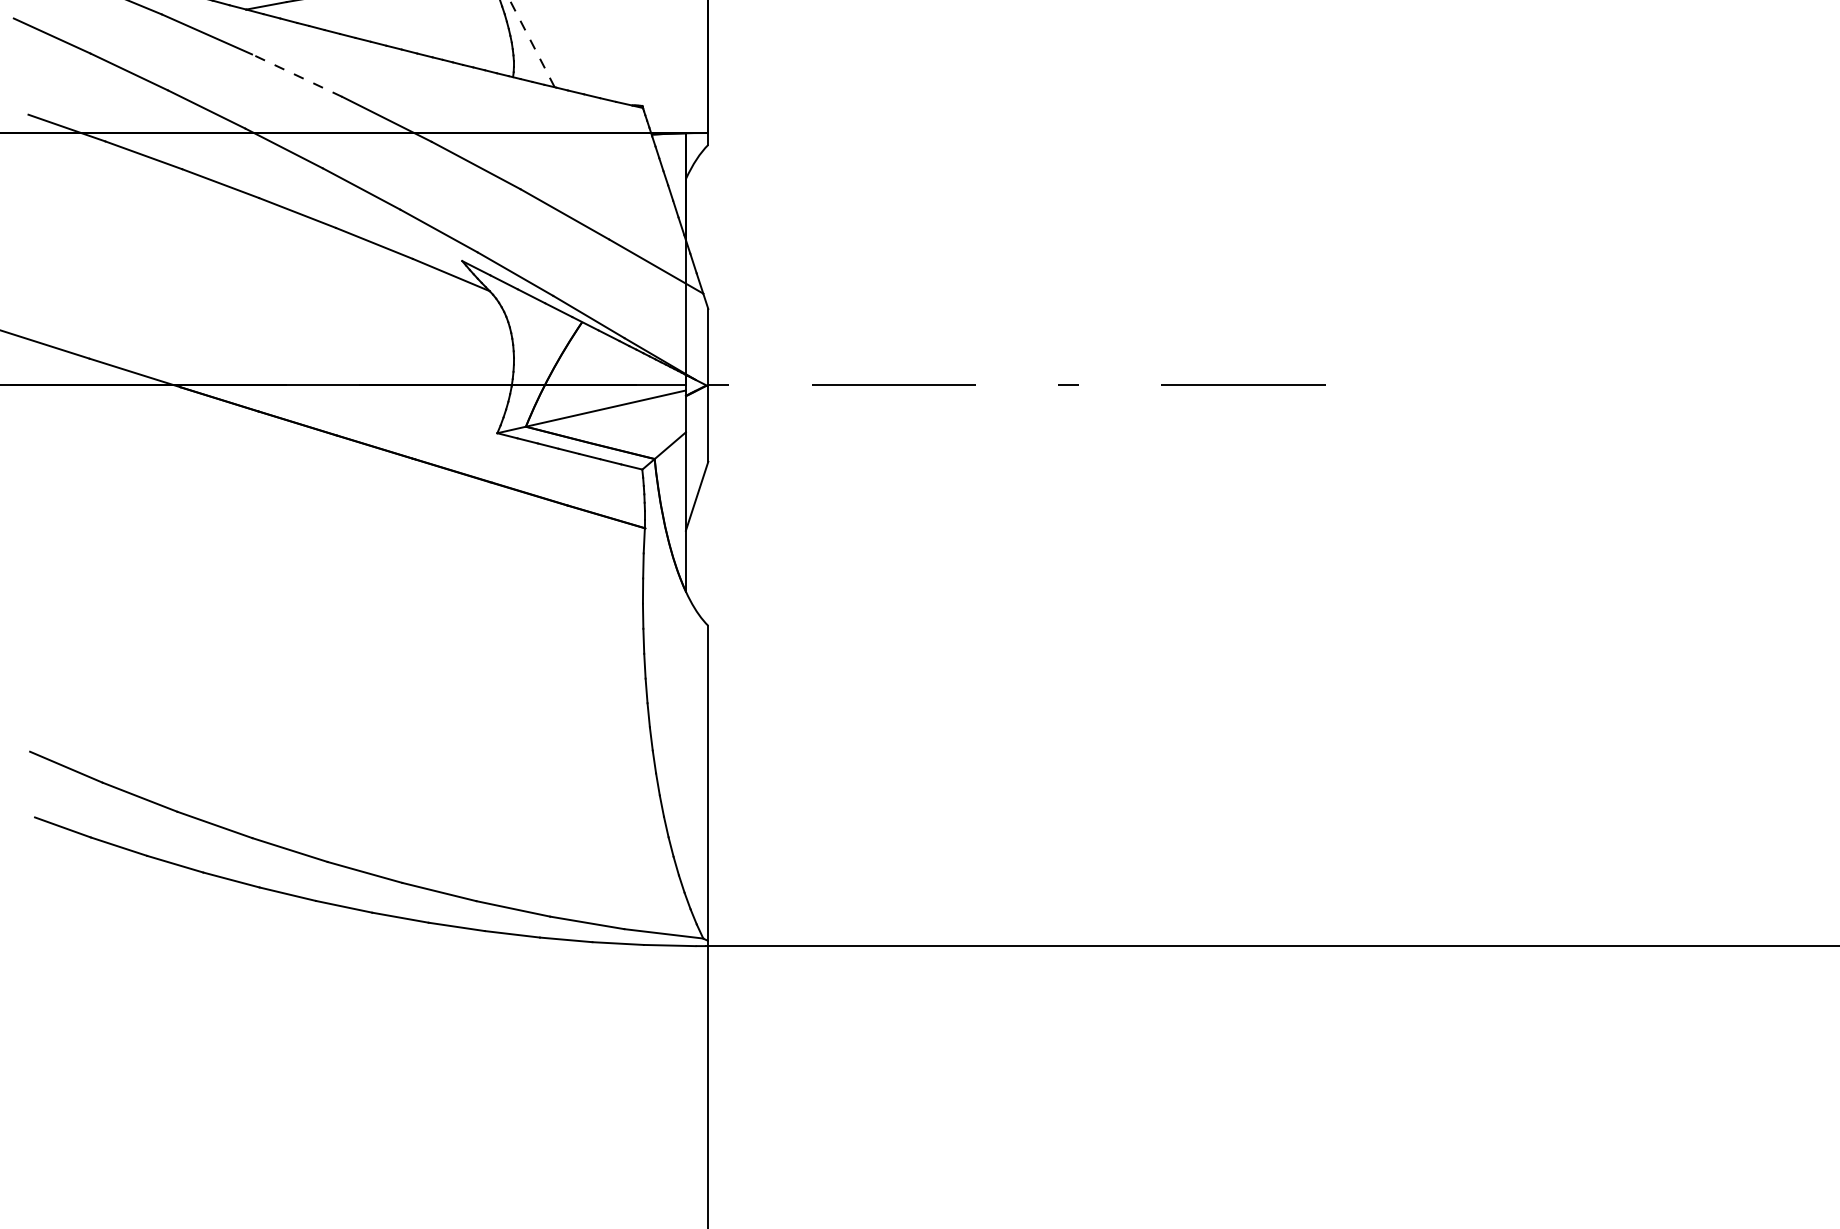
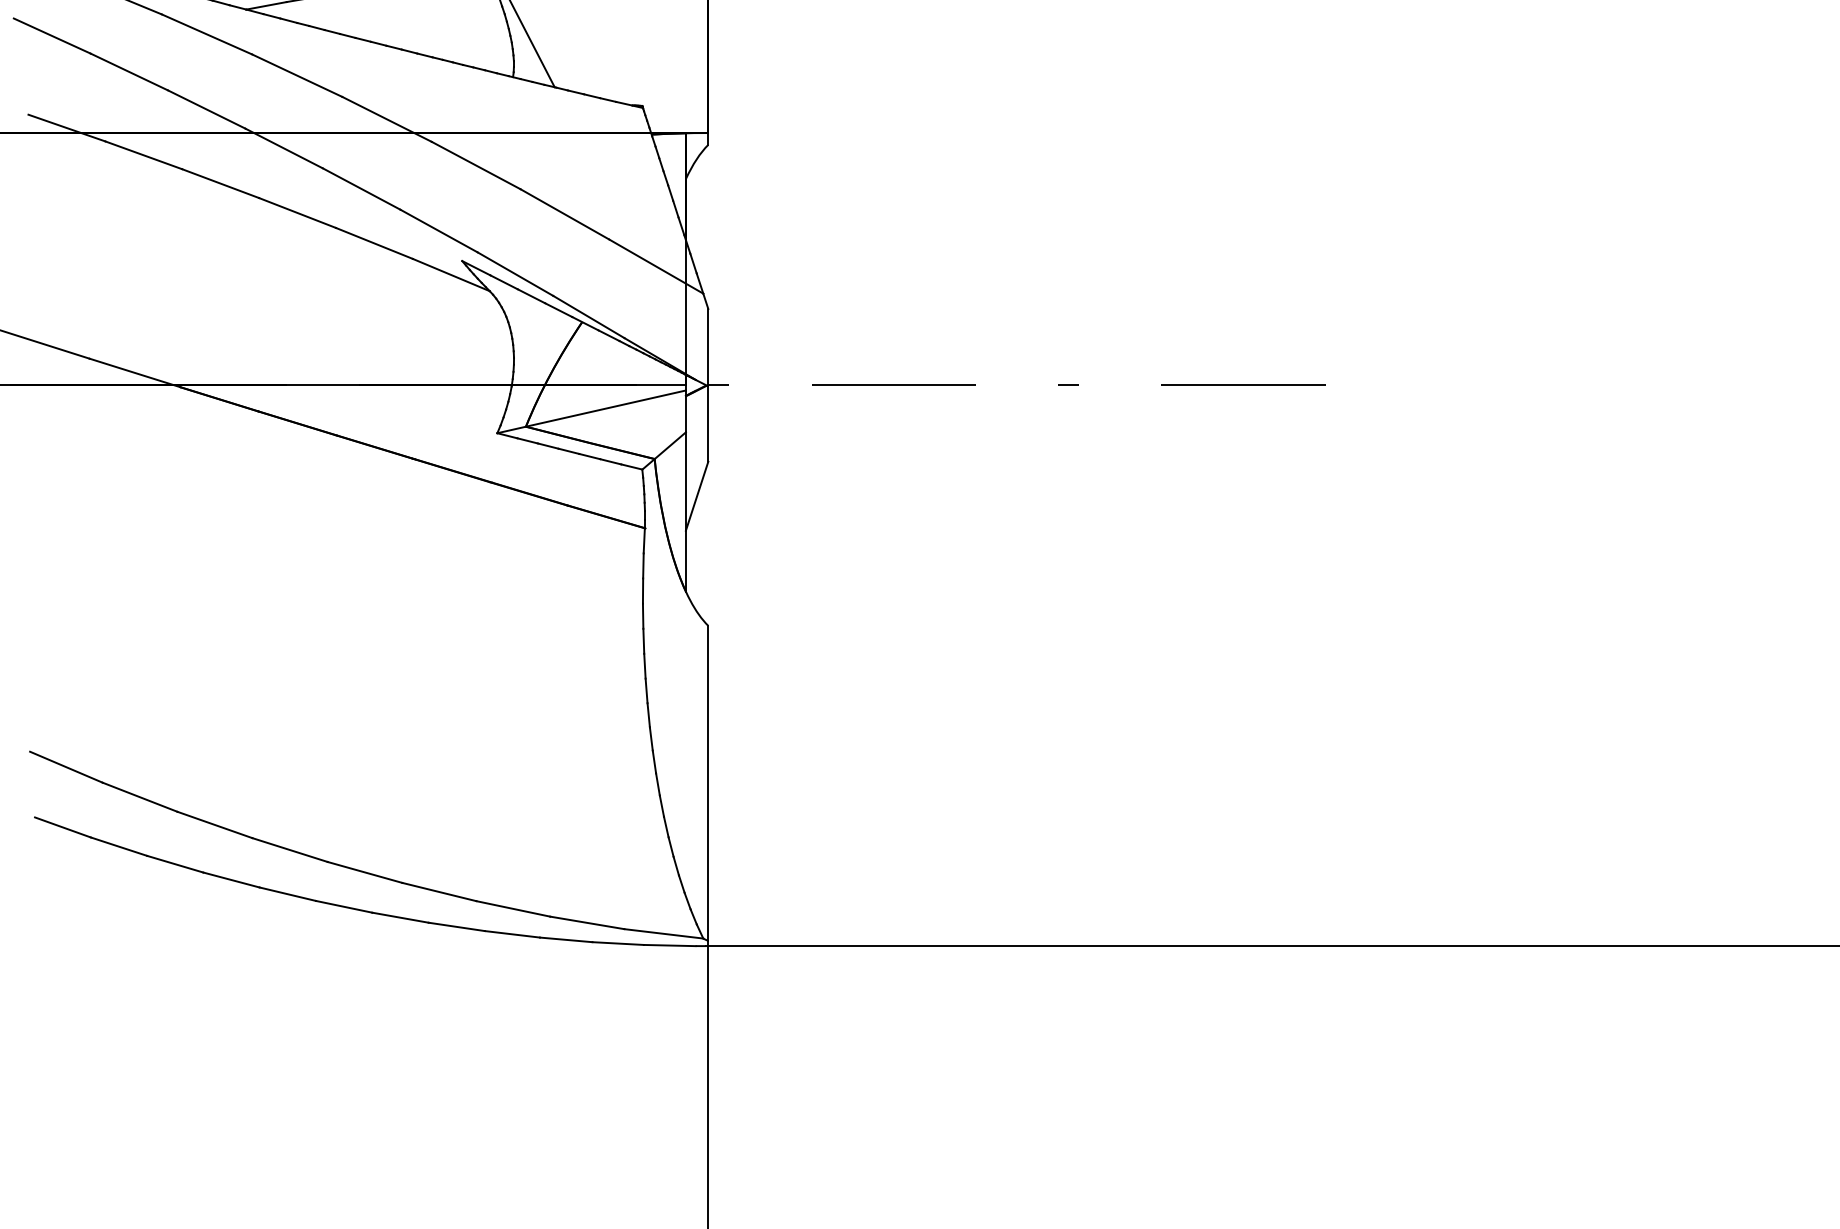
line at (532, 43): dashed -> solid
line at (297, 75): dashed -> solid
